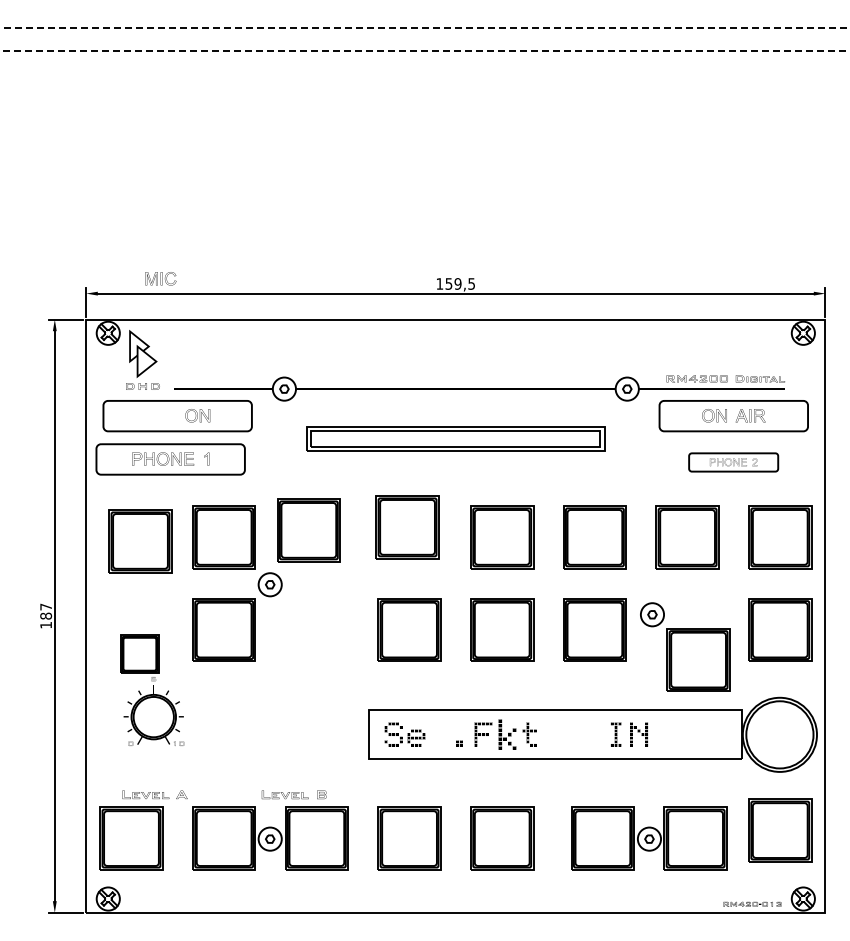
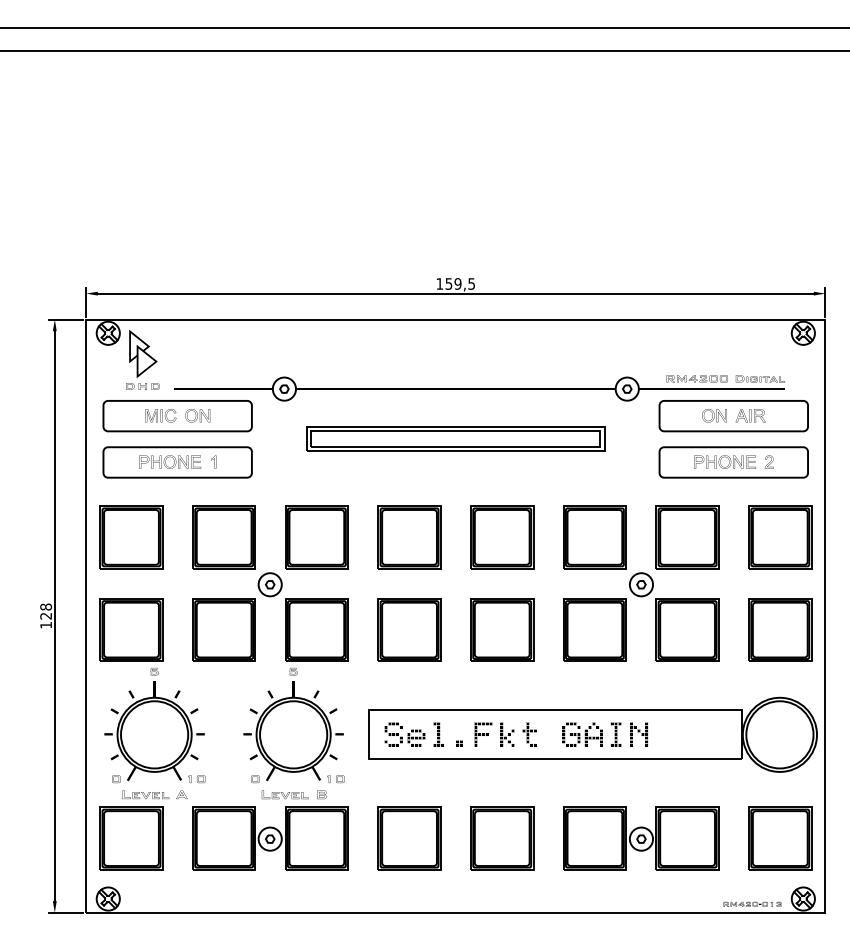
line at (424, 28): dashed -> solid
line at (424, 51): dashed -> solid
part at (160, 278) position: (160, 278) -> (160, 415)
part at (170, 459) position: (170, 459) -> (177, 462)
part at (733, 462) size: 92x21 px -> 151x33 px
part at (407, 527) position: (407, 527) -> (409, 537)
part at (308, 530) position: (308, 530) -> (316, 537)
part at (140, 541) position: (140, 541) -> (131, 537)
text at (46, 611): 187 -> 128
part at (685, 646) position: (685, 646) -> (674, 616)
part at (152, 689) size: 65x112 px -> 107x185 px
part at (295, 690): none -> present
part at (438, 734): none -> present
part at (507, 734) size: 19x31 px -> 15x25 px
part at (582, 734): none -> present
part at (780, 830) position: (780, 830) -> (780, 838)
part at (649, 838) position: (649, 838) -> (641, 838)
